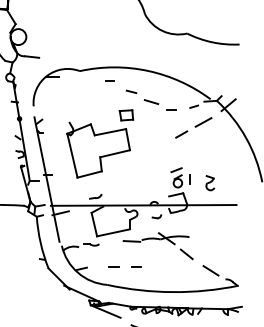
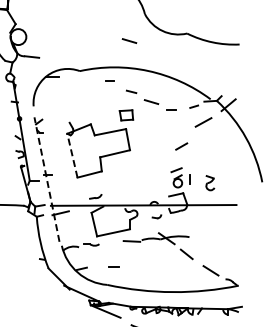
line at (129, 40): none -> present
line at (181, 134) position: (181, 134) -> (181, 146)
line at (72, 155): solid -> dashed
line at (46, 179): solid -> dashed
line at (136, 266): present -> none
